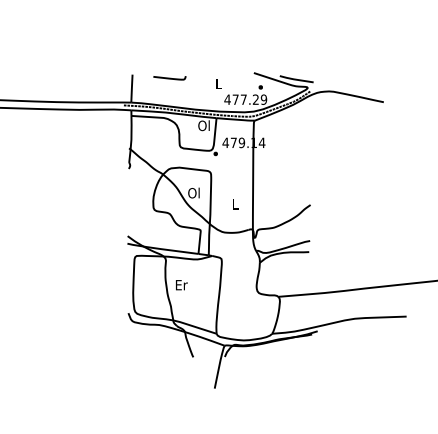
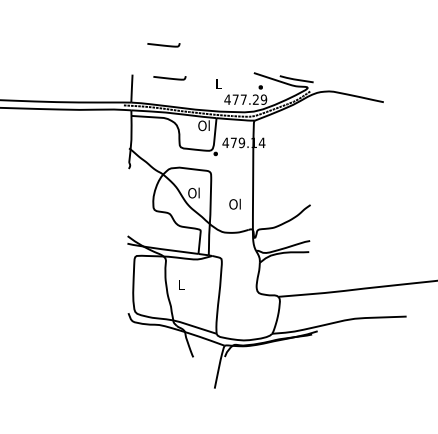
curve at (163, 45): none -> present
text at (234, 203): L -> Ol
text at (181, 285): Er -> L
